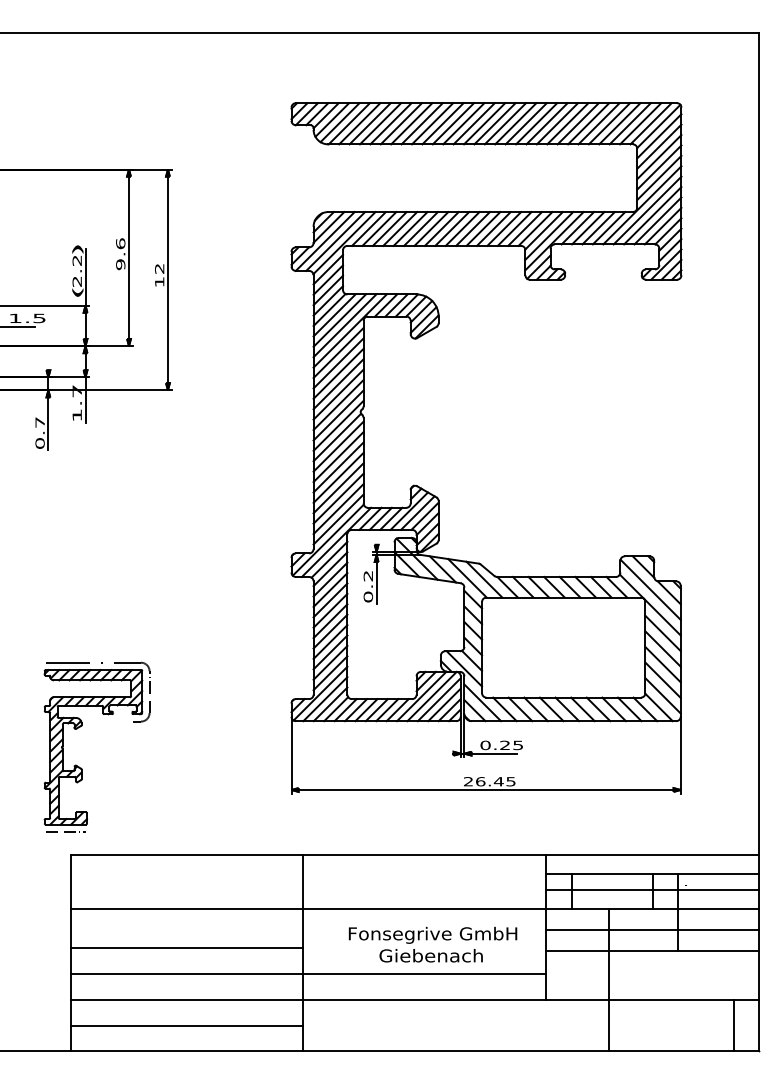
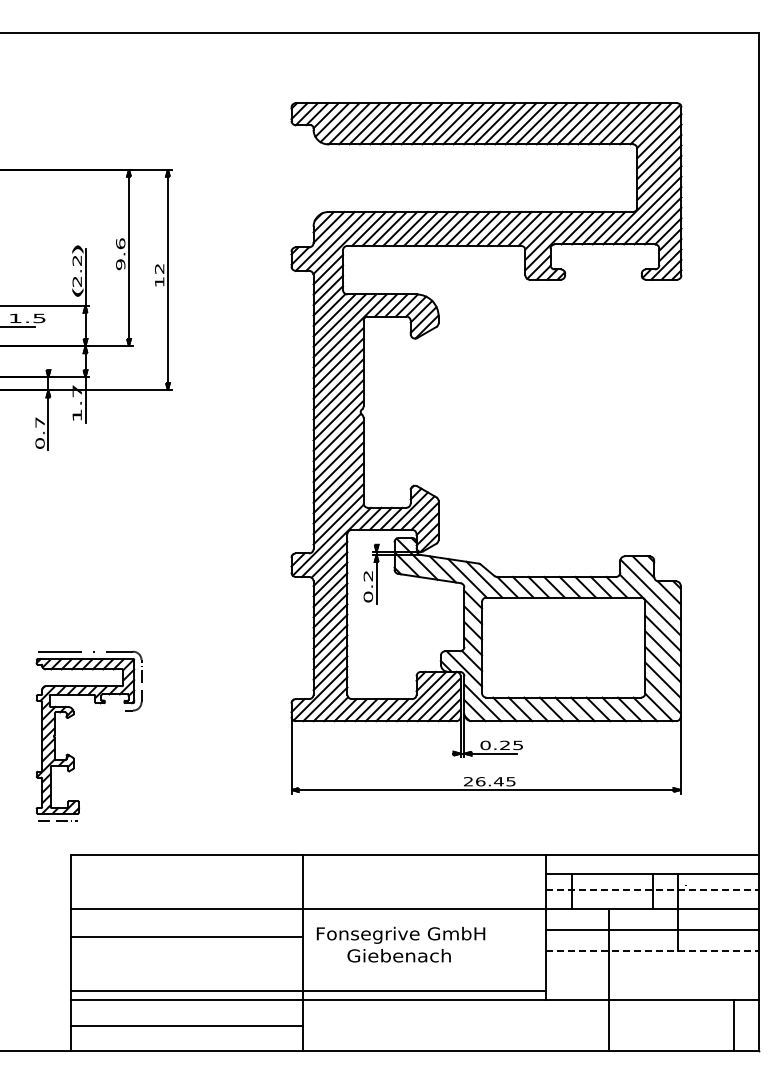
part at (82, 726) position: (82, 726) -> (74, 715)
line at (652, 889): solid -> dashed
text at (433, 944) position: (433, 944) -> (401, 944)
line at (187, 948) position: (187, 948) -> (187, 937)
line at (652, 950): solid -> dashed
line at (308, 974) position: (308, 974) -> (308, 991)
